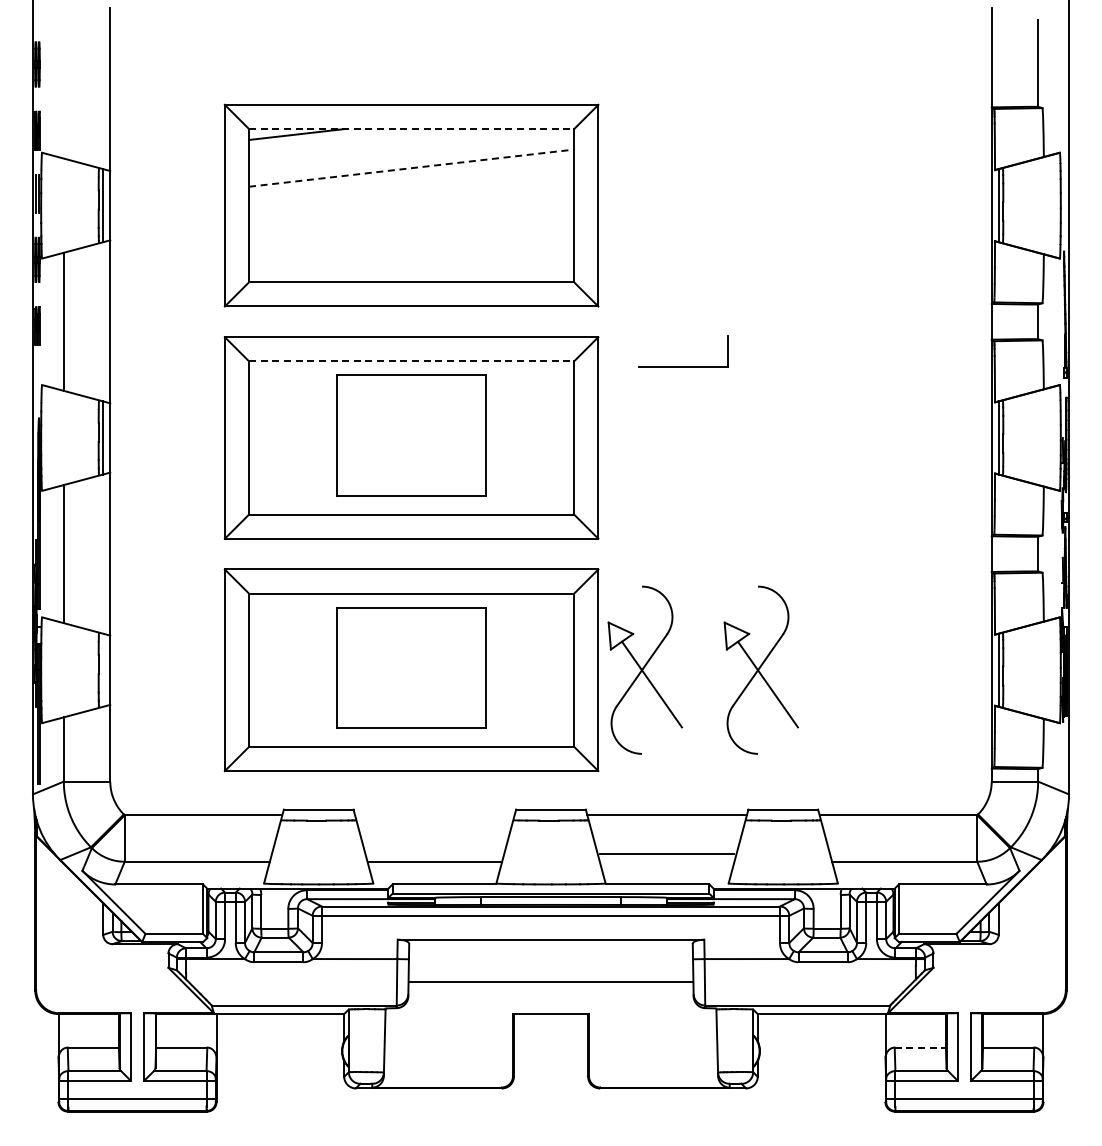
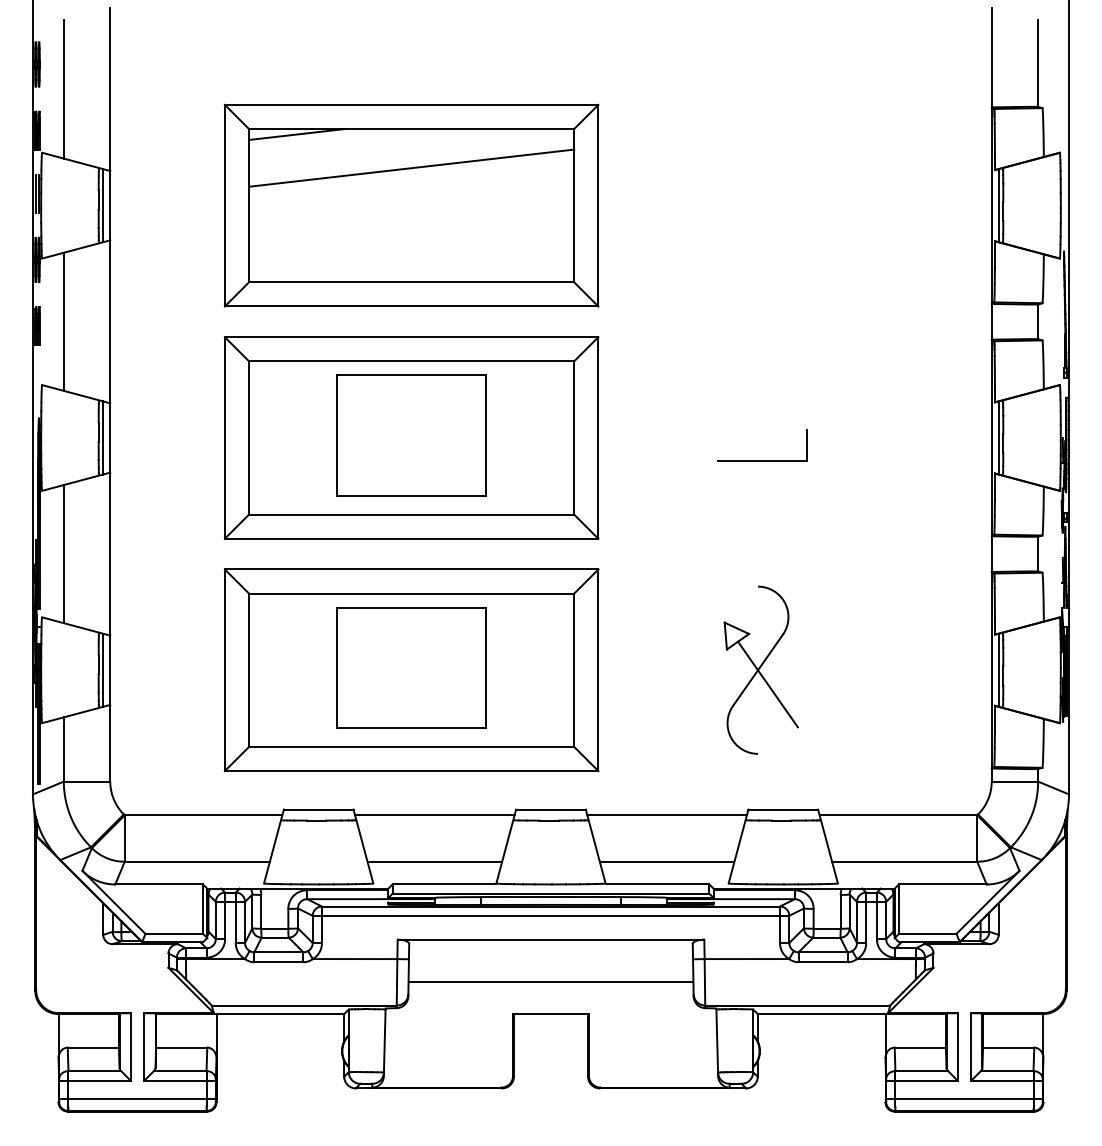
line at (63, 89): none -> present
line at (411, 129): dashed -> solid
line at (411, 168): dashed -> solid
line at (411, 361): dashed -> solid
part at (683, 366) position: (683, 366) -> (762, 460)
line at (102, 669): none -> present
part at (644, 669): present -> none
line at (434, 815): none -> present
line at (666, 853) position: (666, 853) -> (666, 861)
line at (920, 1047): dashed -> solid
